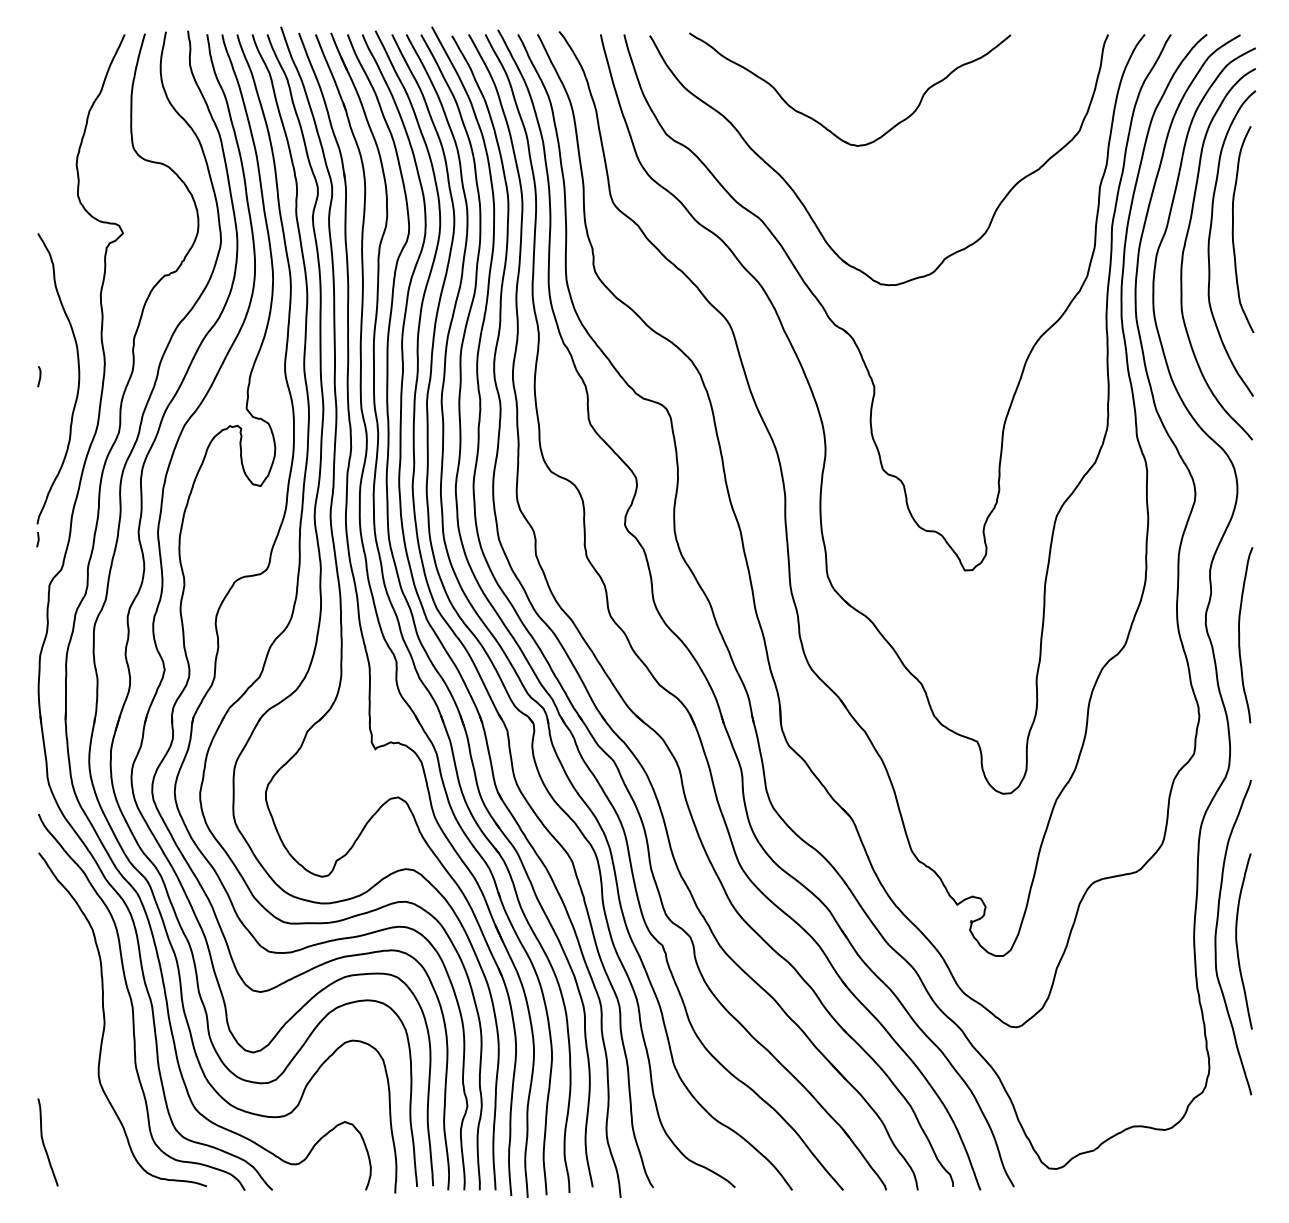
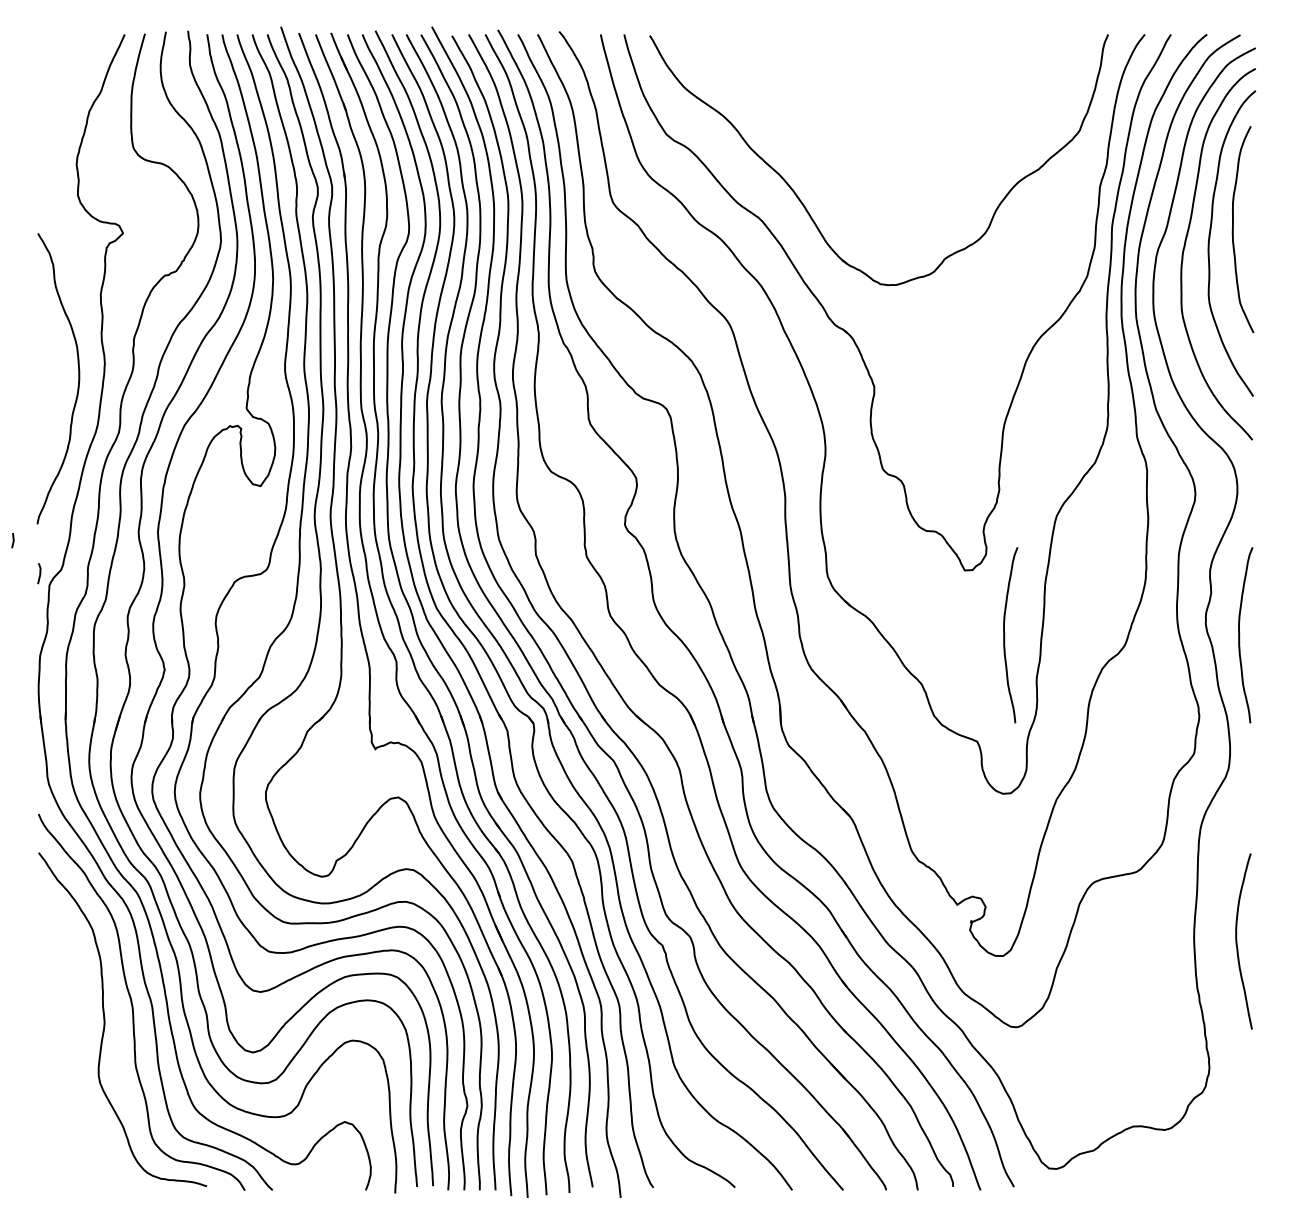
part at (825, 126): present -> none
curve at (39, 376) position: (39, 376) -> (39, 573)
line at (37, 539) position: (37, 539) -> (12, 540)
curve at (1005, 635): none -> present
curve at (1216, 937): present -> none
curve at (44, 1143): present -> none
